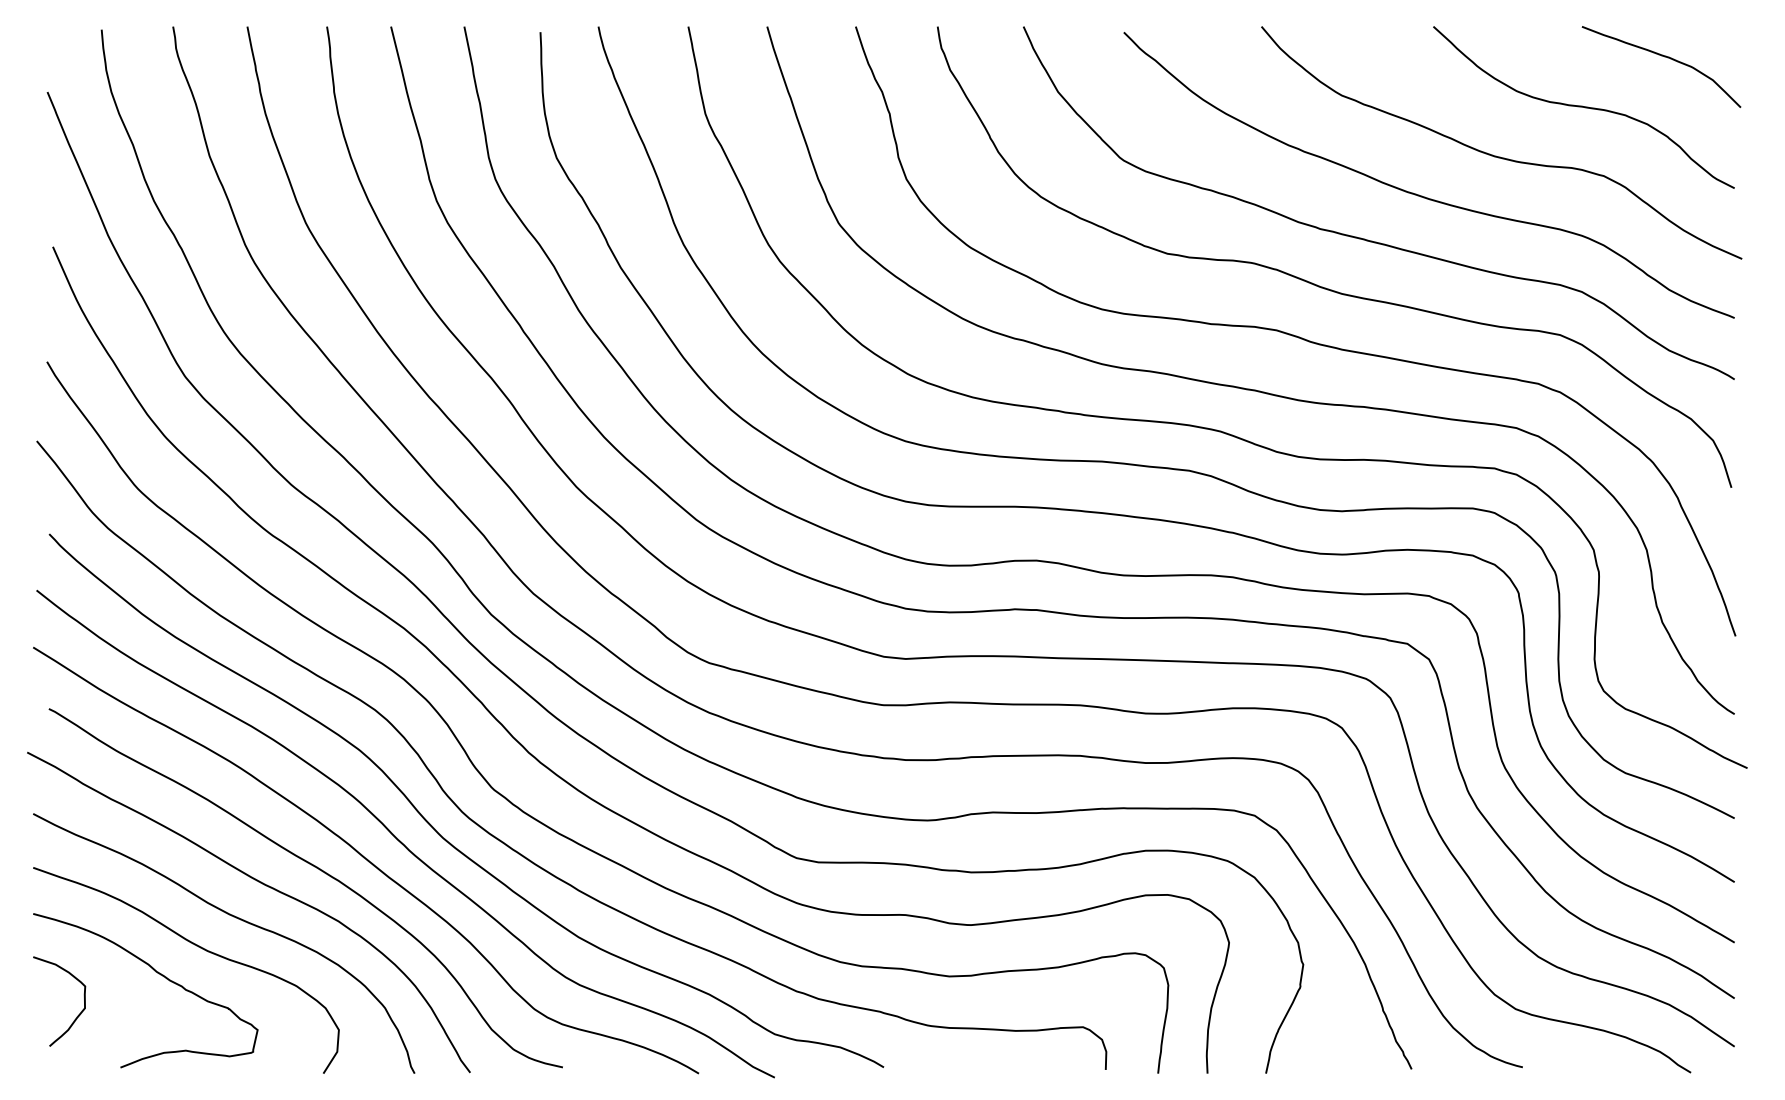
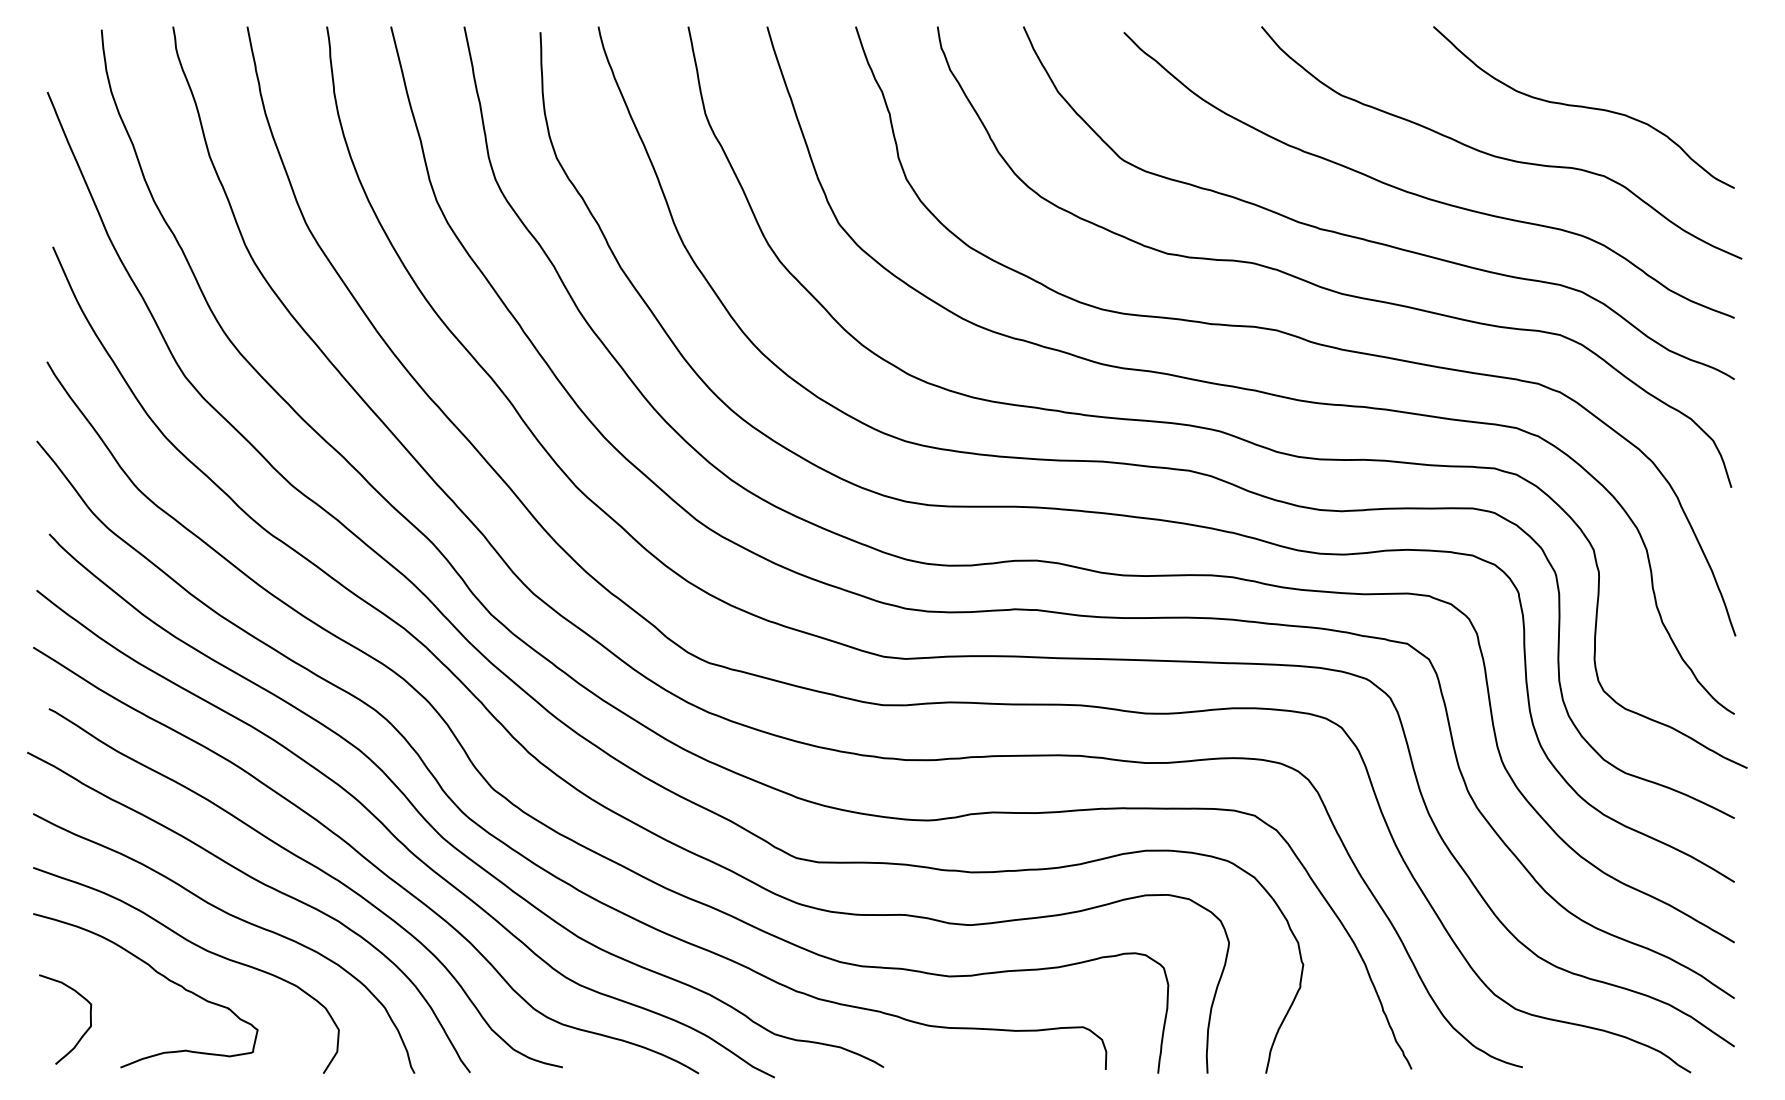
curve at (1664, 57): present -> none
curve at (76, 1016) position: (76, 1016) -> (82, 1034)
